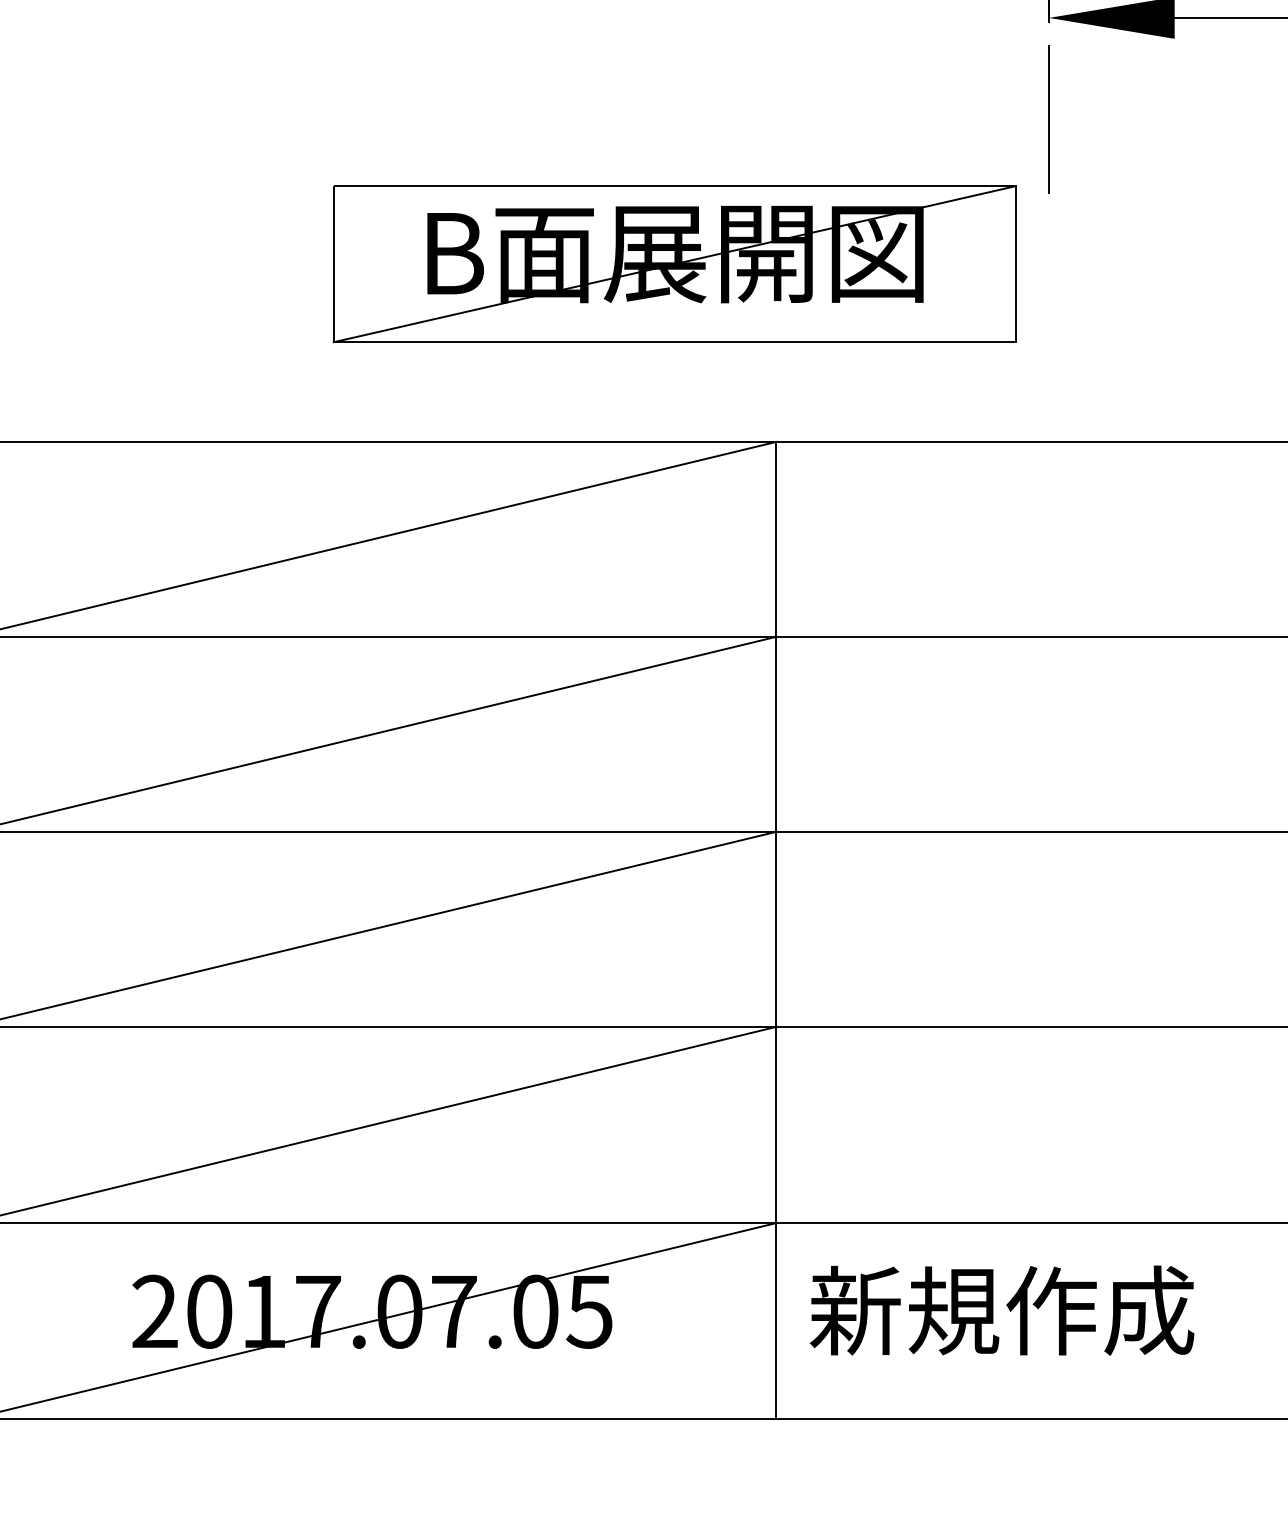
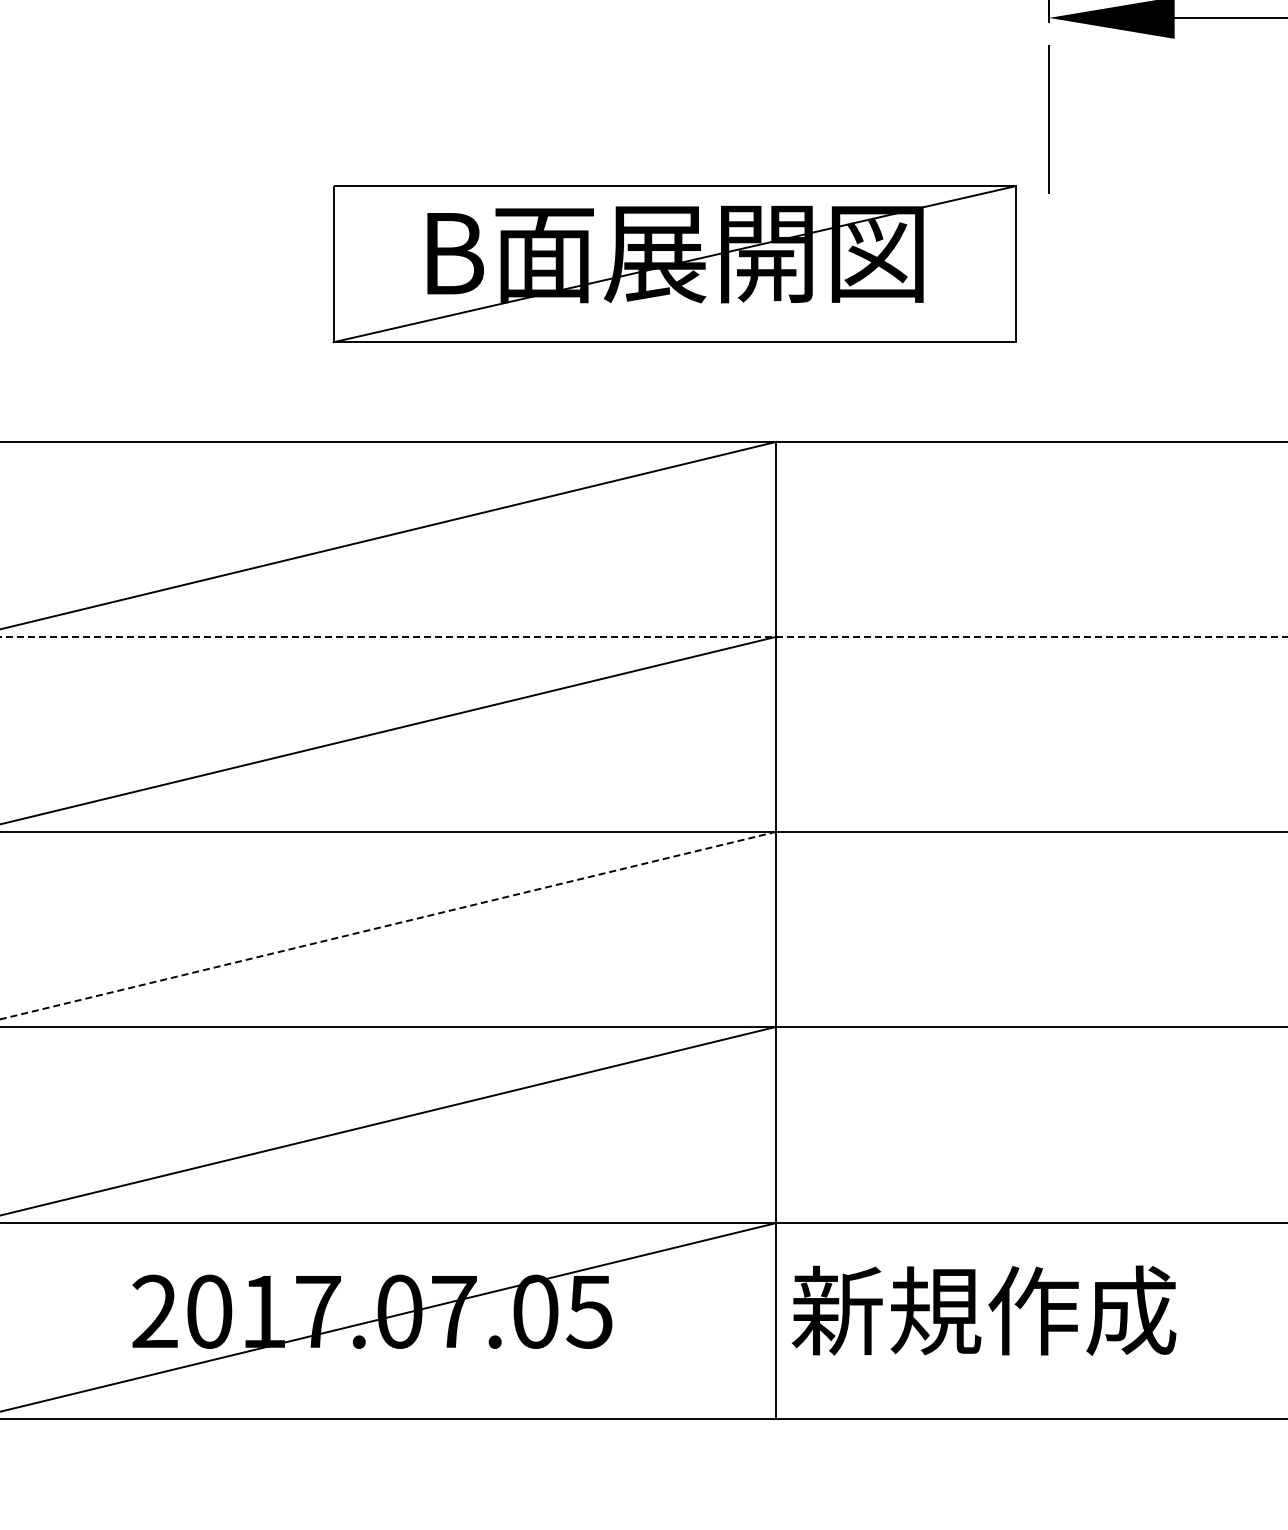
line at (644, 636): solid -> dashed
line at (387, 925): solid -> dashed
text at (1001, 1310) position: (1001, 1310) -> (983, 1310)
